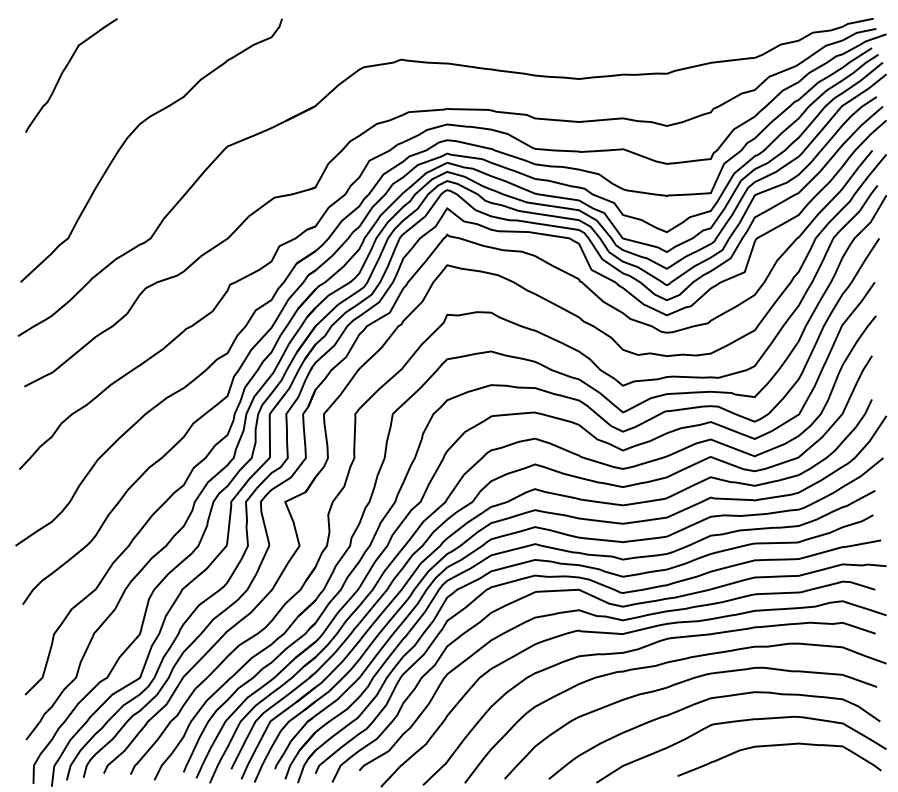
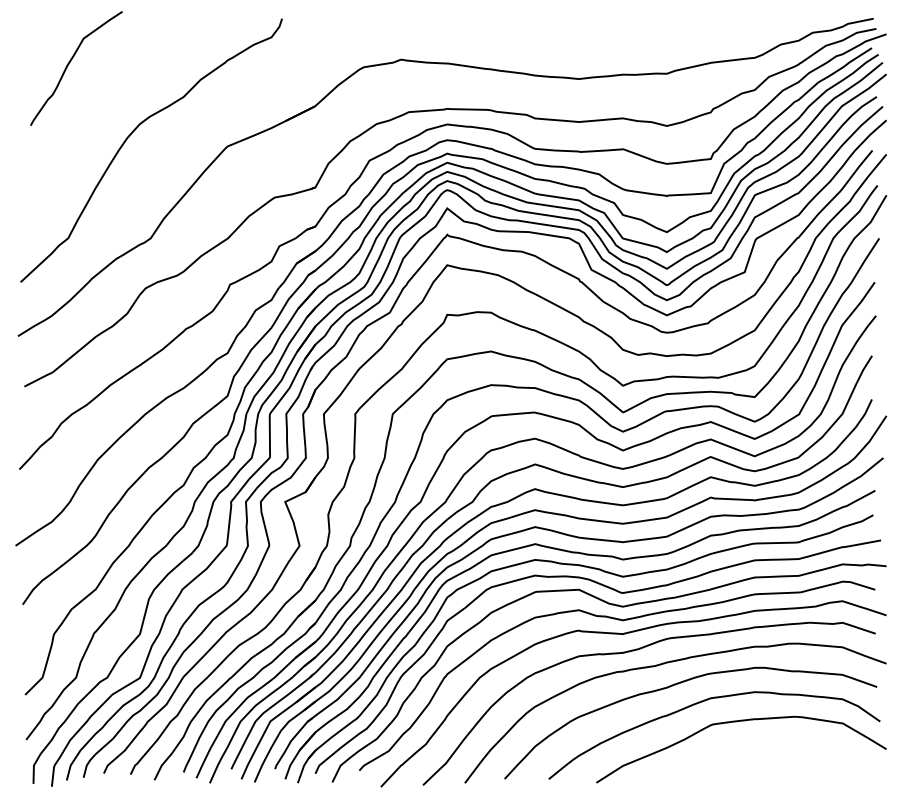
curve at (64, 71) position: (64, 71) -> (69, 64)
curve at (776, 746): present -> none
